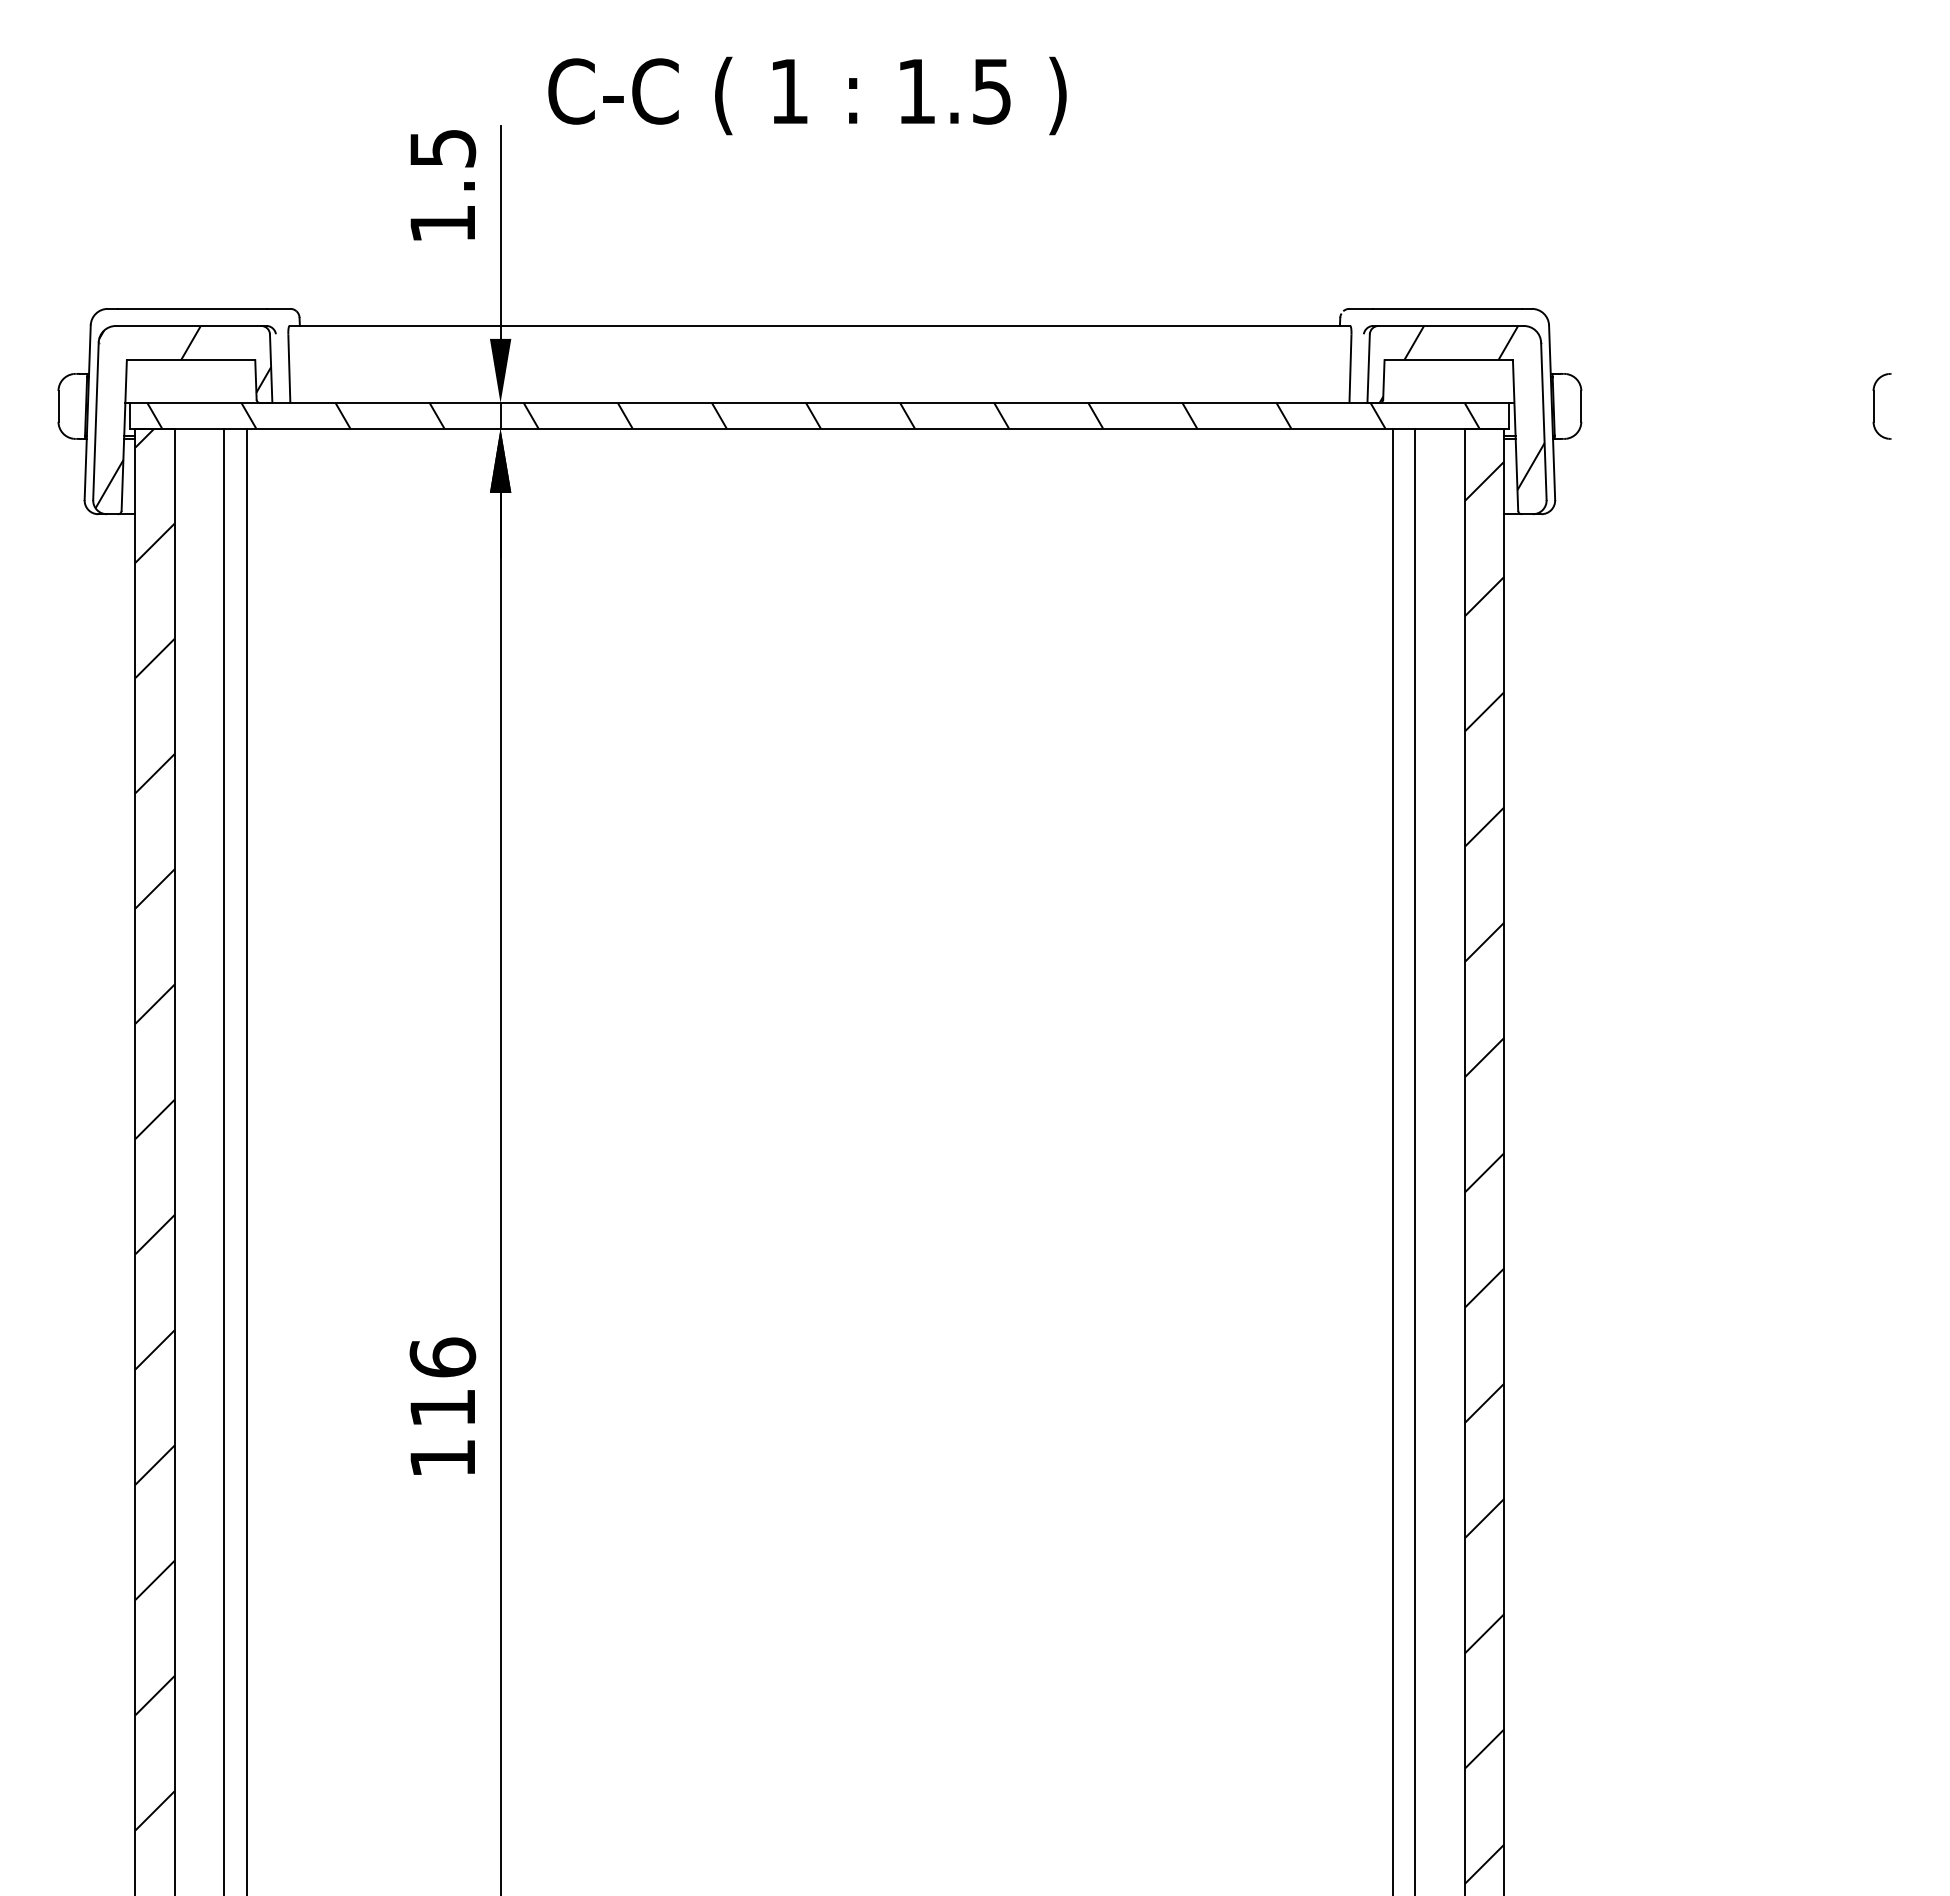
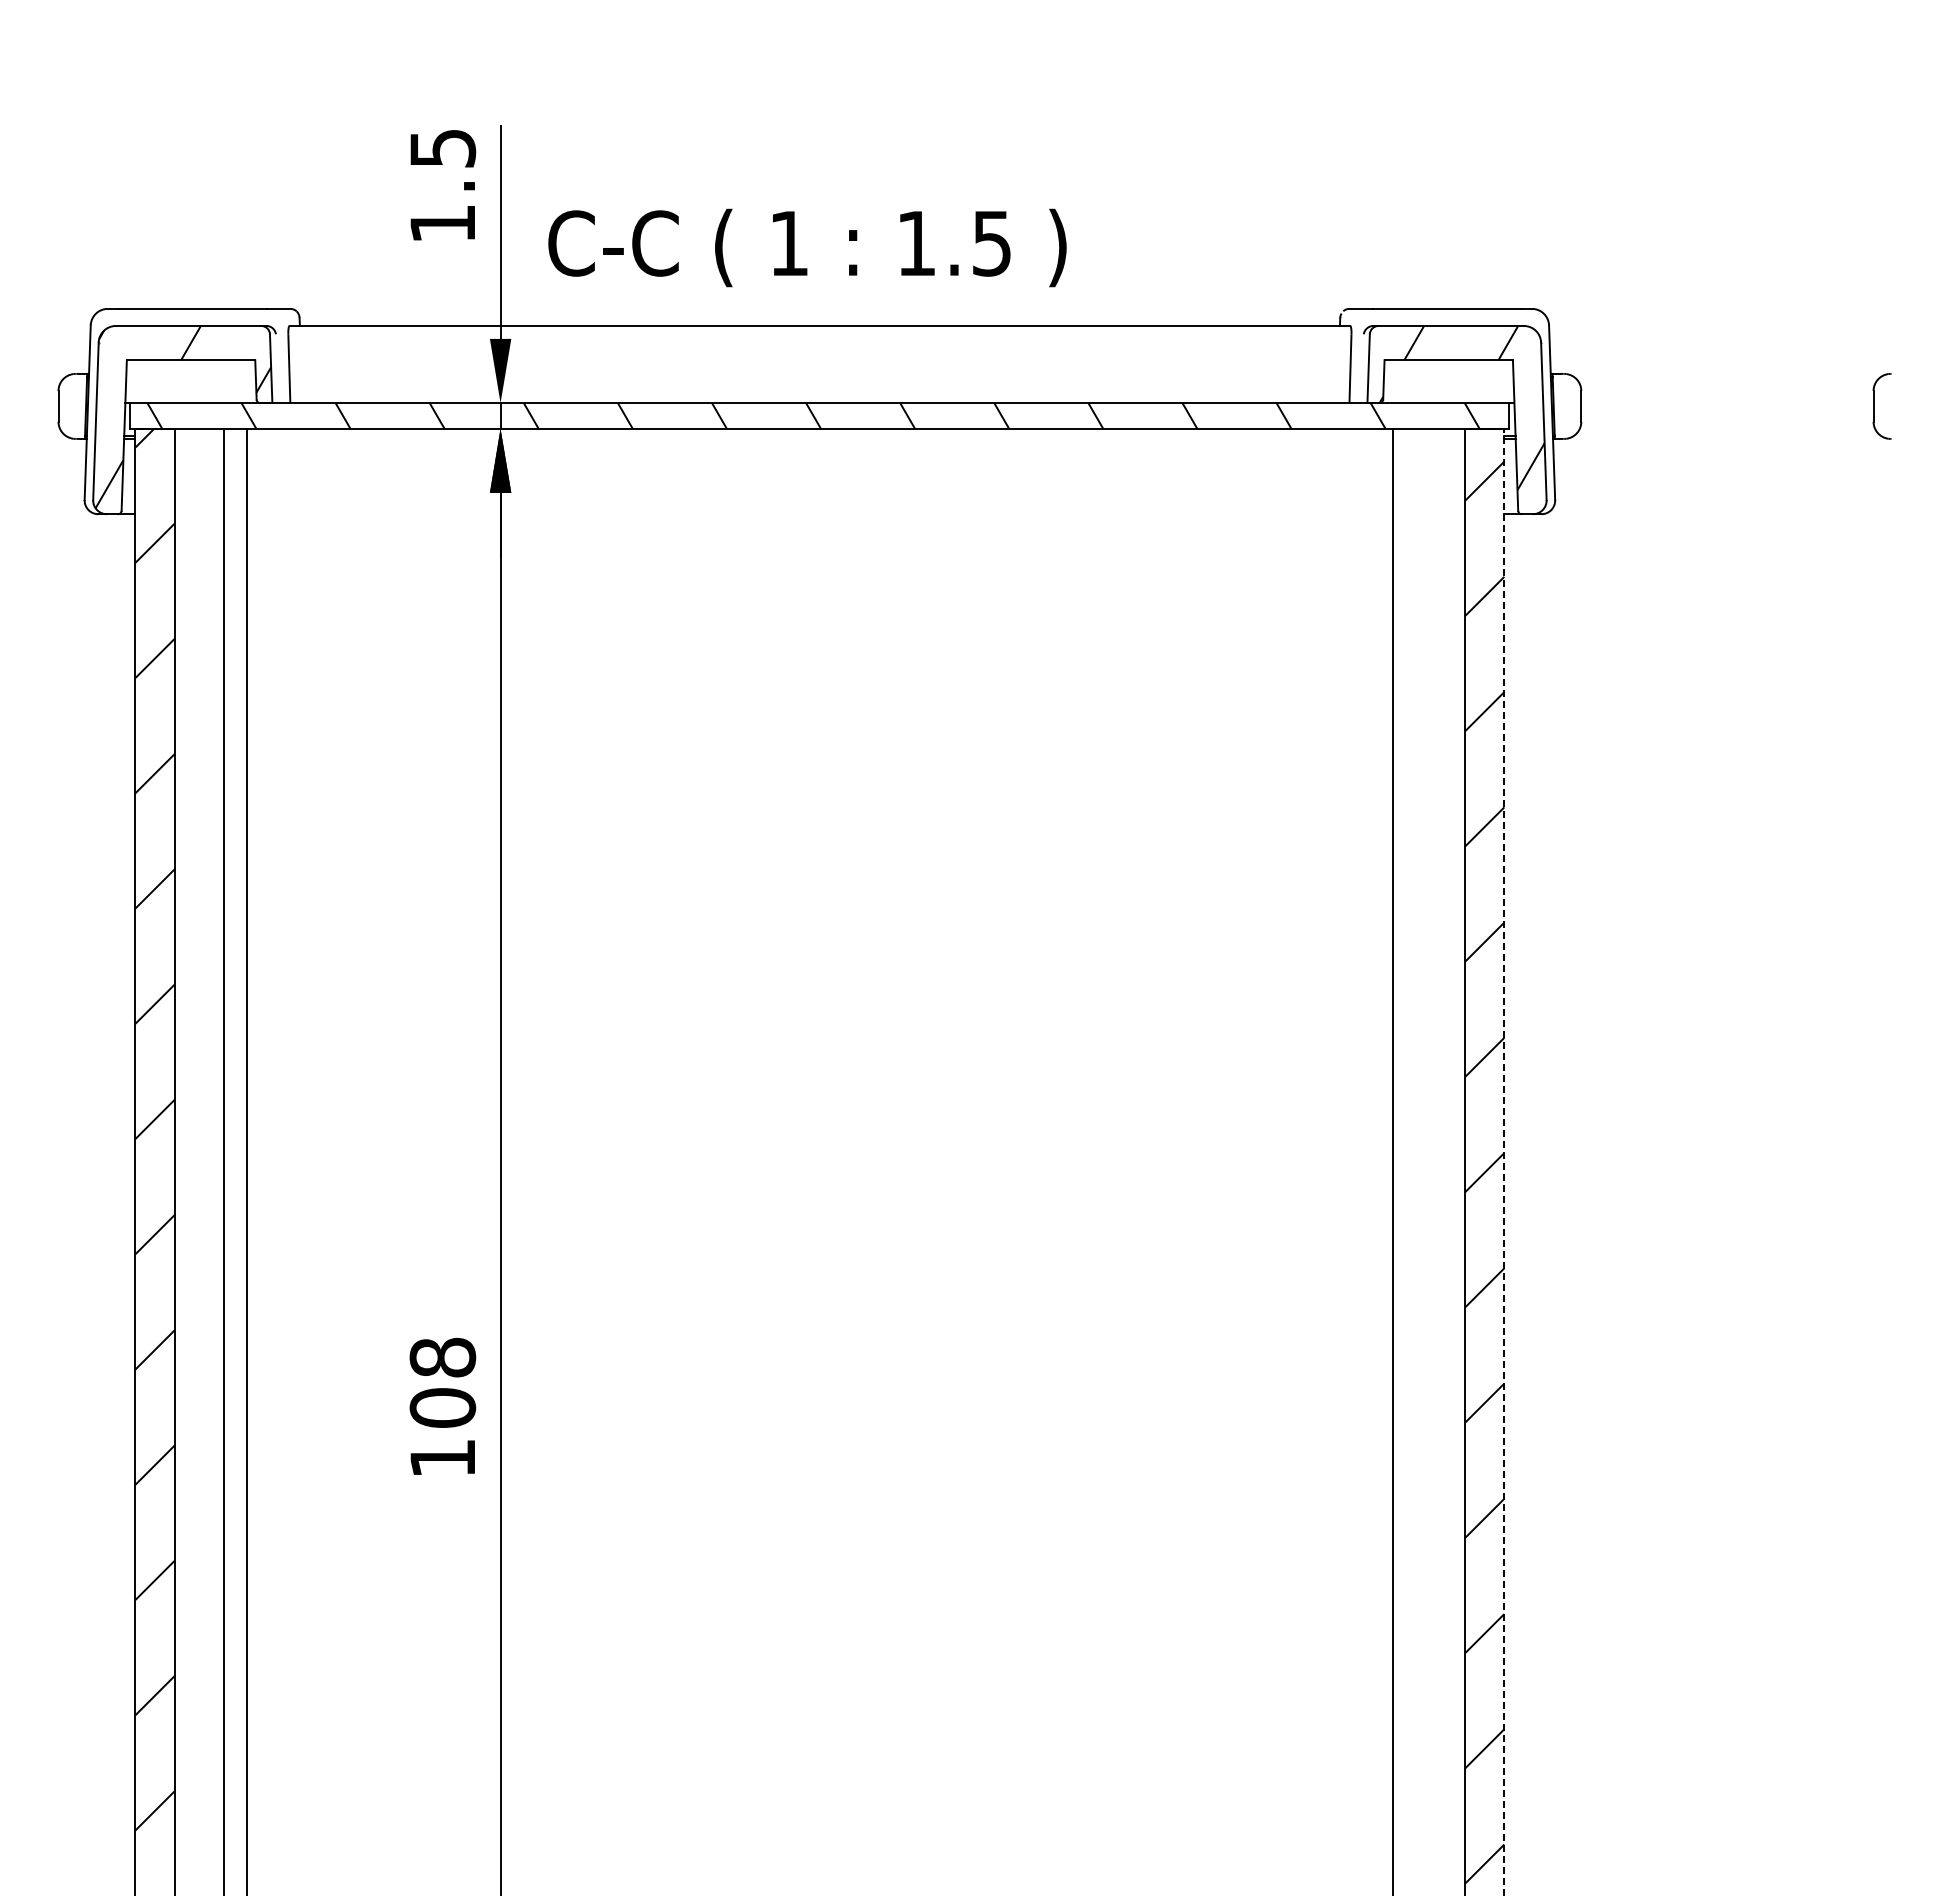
text at (807, 95) position: (807, 95) -> (807, 247)
line at (1415, 1160): present -> none
line at (1504, 1161): solid -> dashed
text at (442, 1382): 116 -> 108
